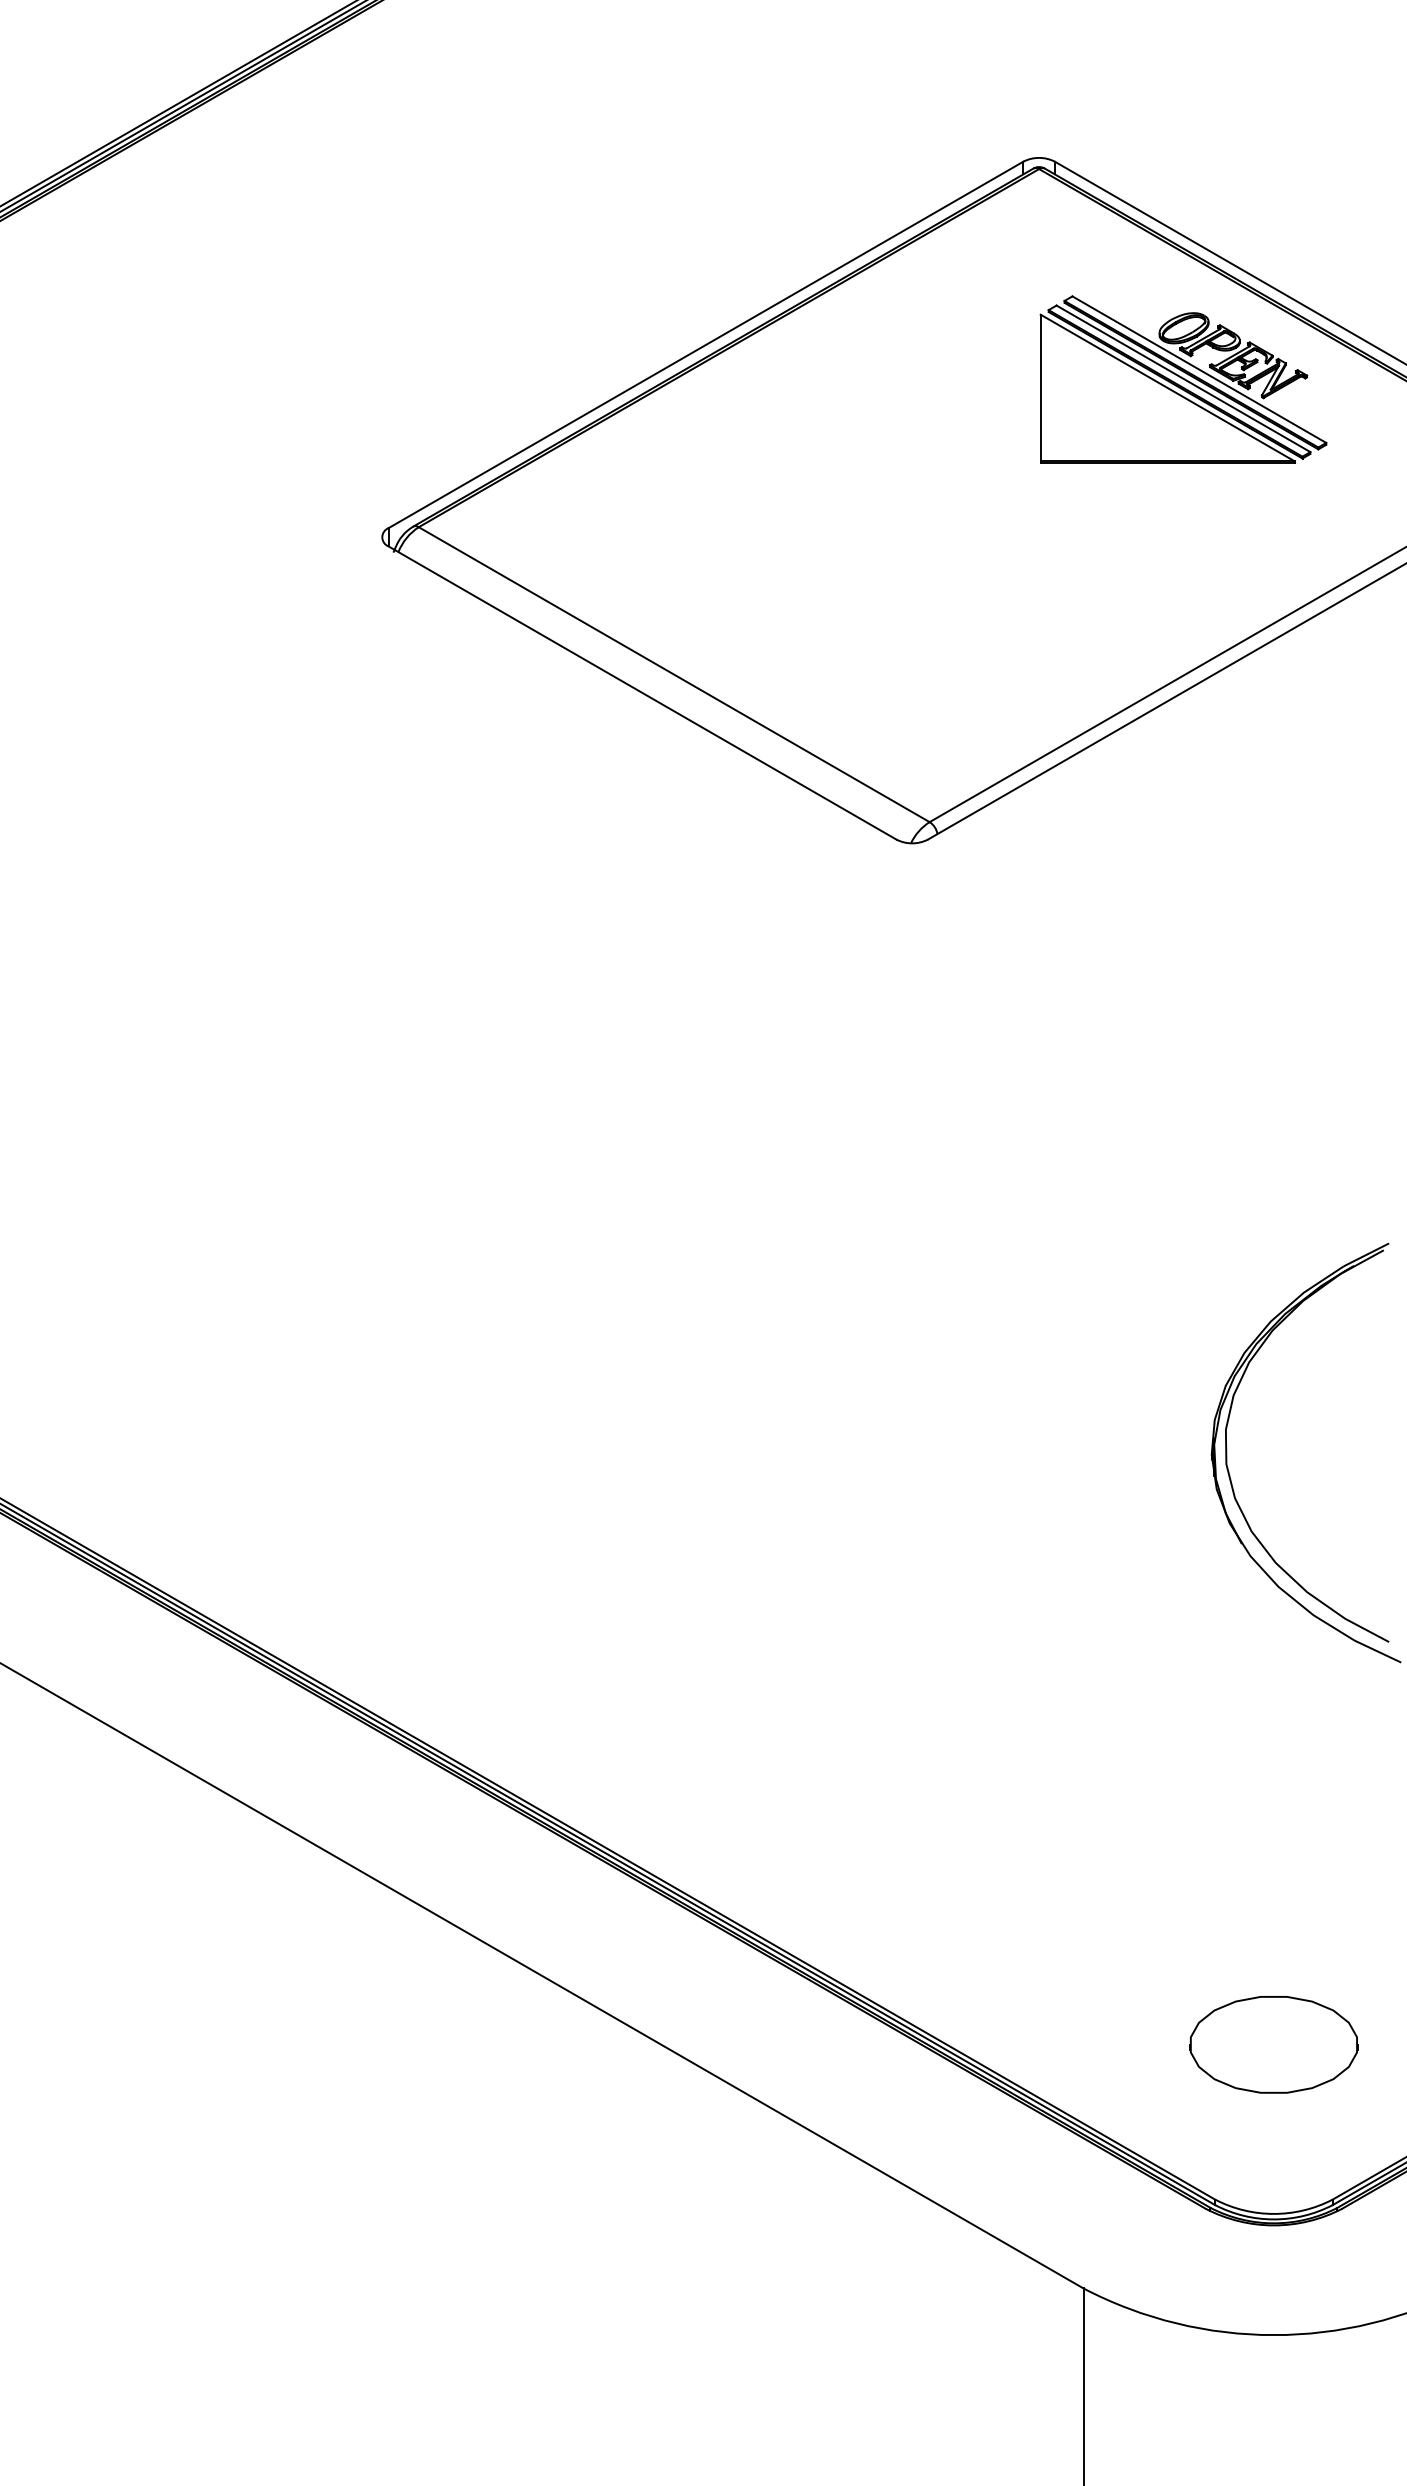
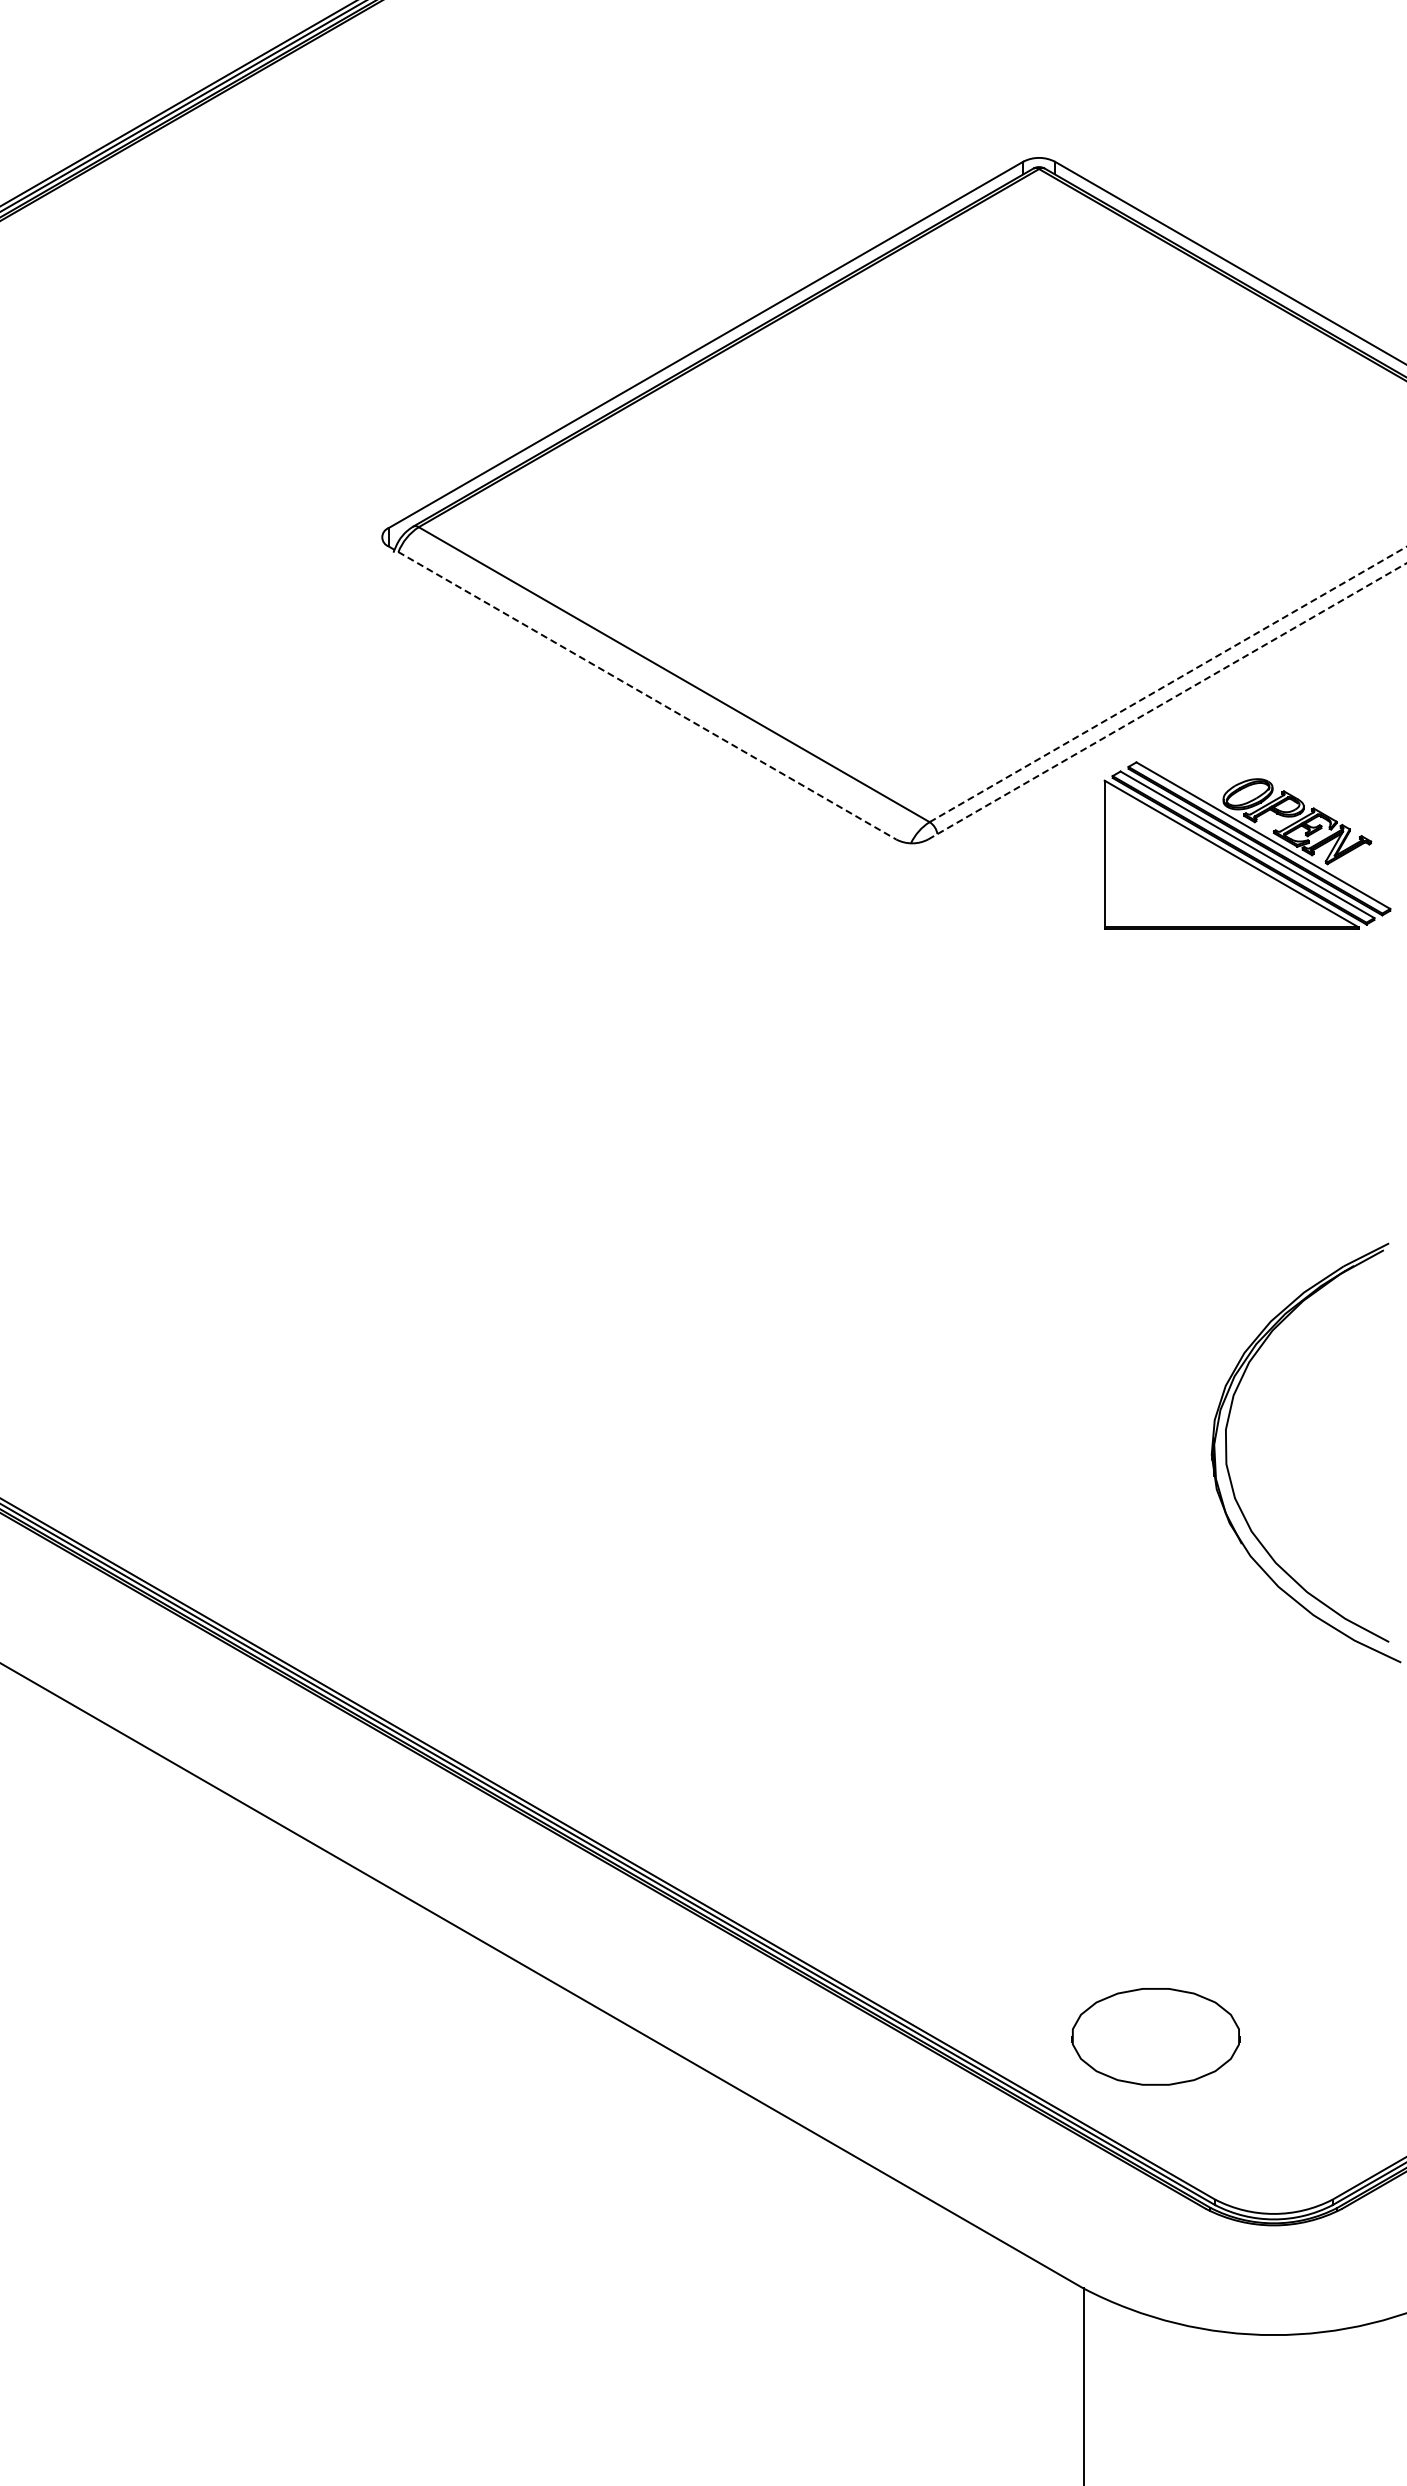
part at (1183, 379) position: (1183, 379) -> (1247, 845)
line at (1168, 684): solid -> dashed
line at (642, 693): solid -> dashed
line at (1167, 701): solid -> dashed
part at (1273, 2044) position: (1273, 2044) -> (1155, 2036)
